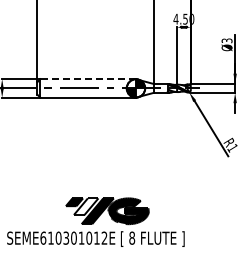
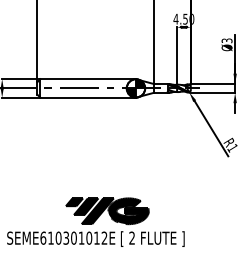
line at (88, 79): dashed -> solid
fill at (85, 206): none -> present
text at (132, 237): 8 -> 2
